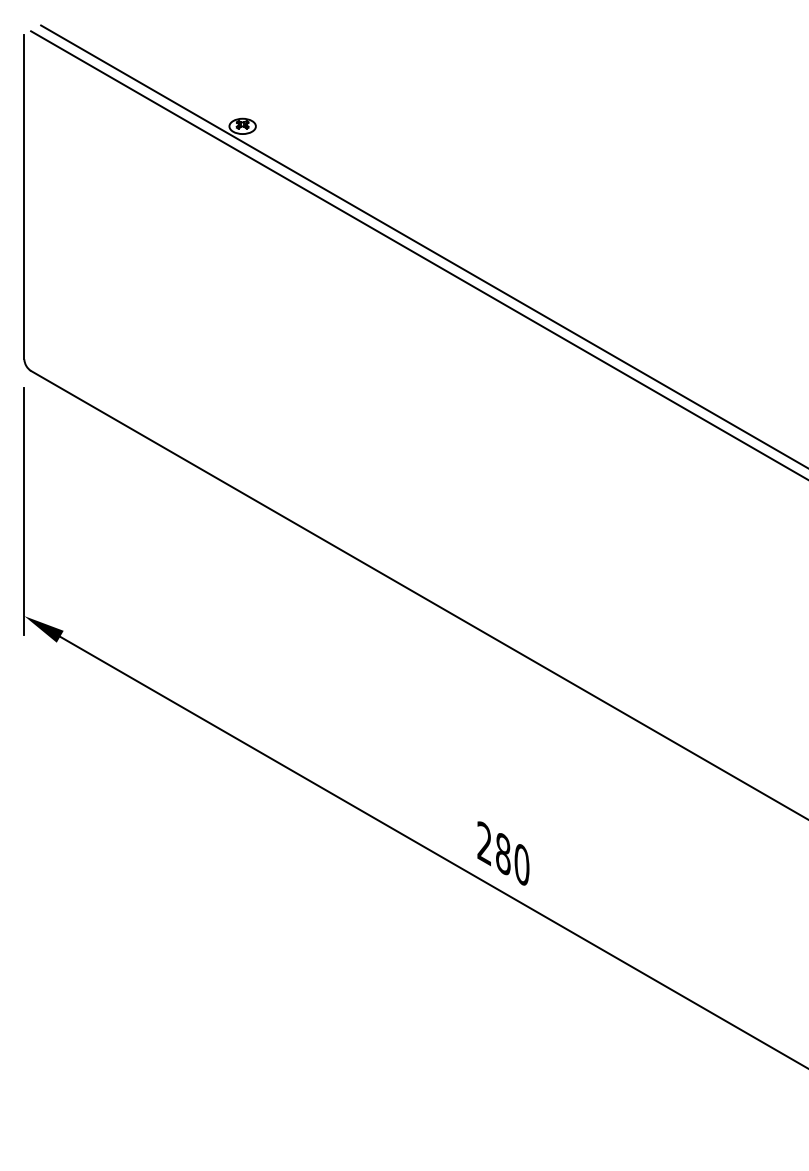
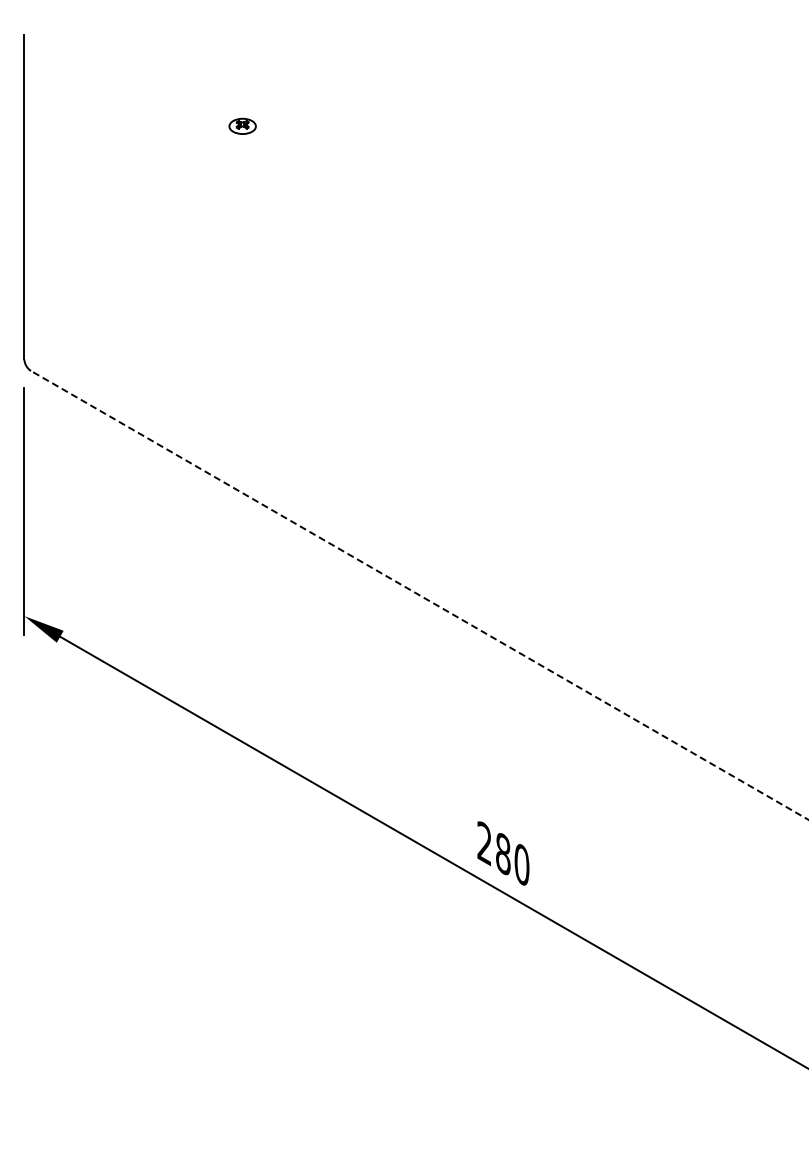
line at (423, 245): present -> none
line at (418, 254): present -> none
line at (419, 595): solid -> dashed
